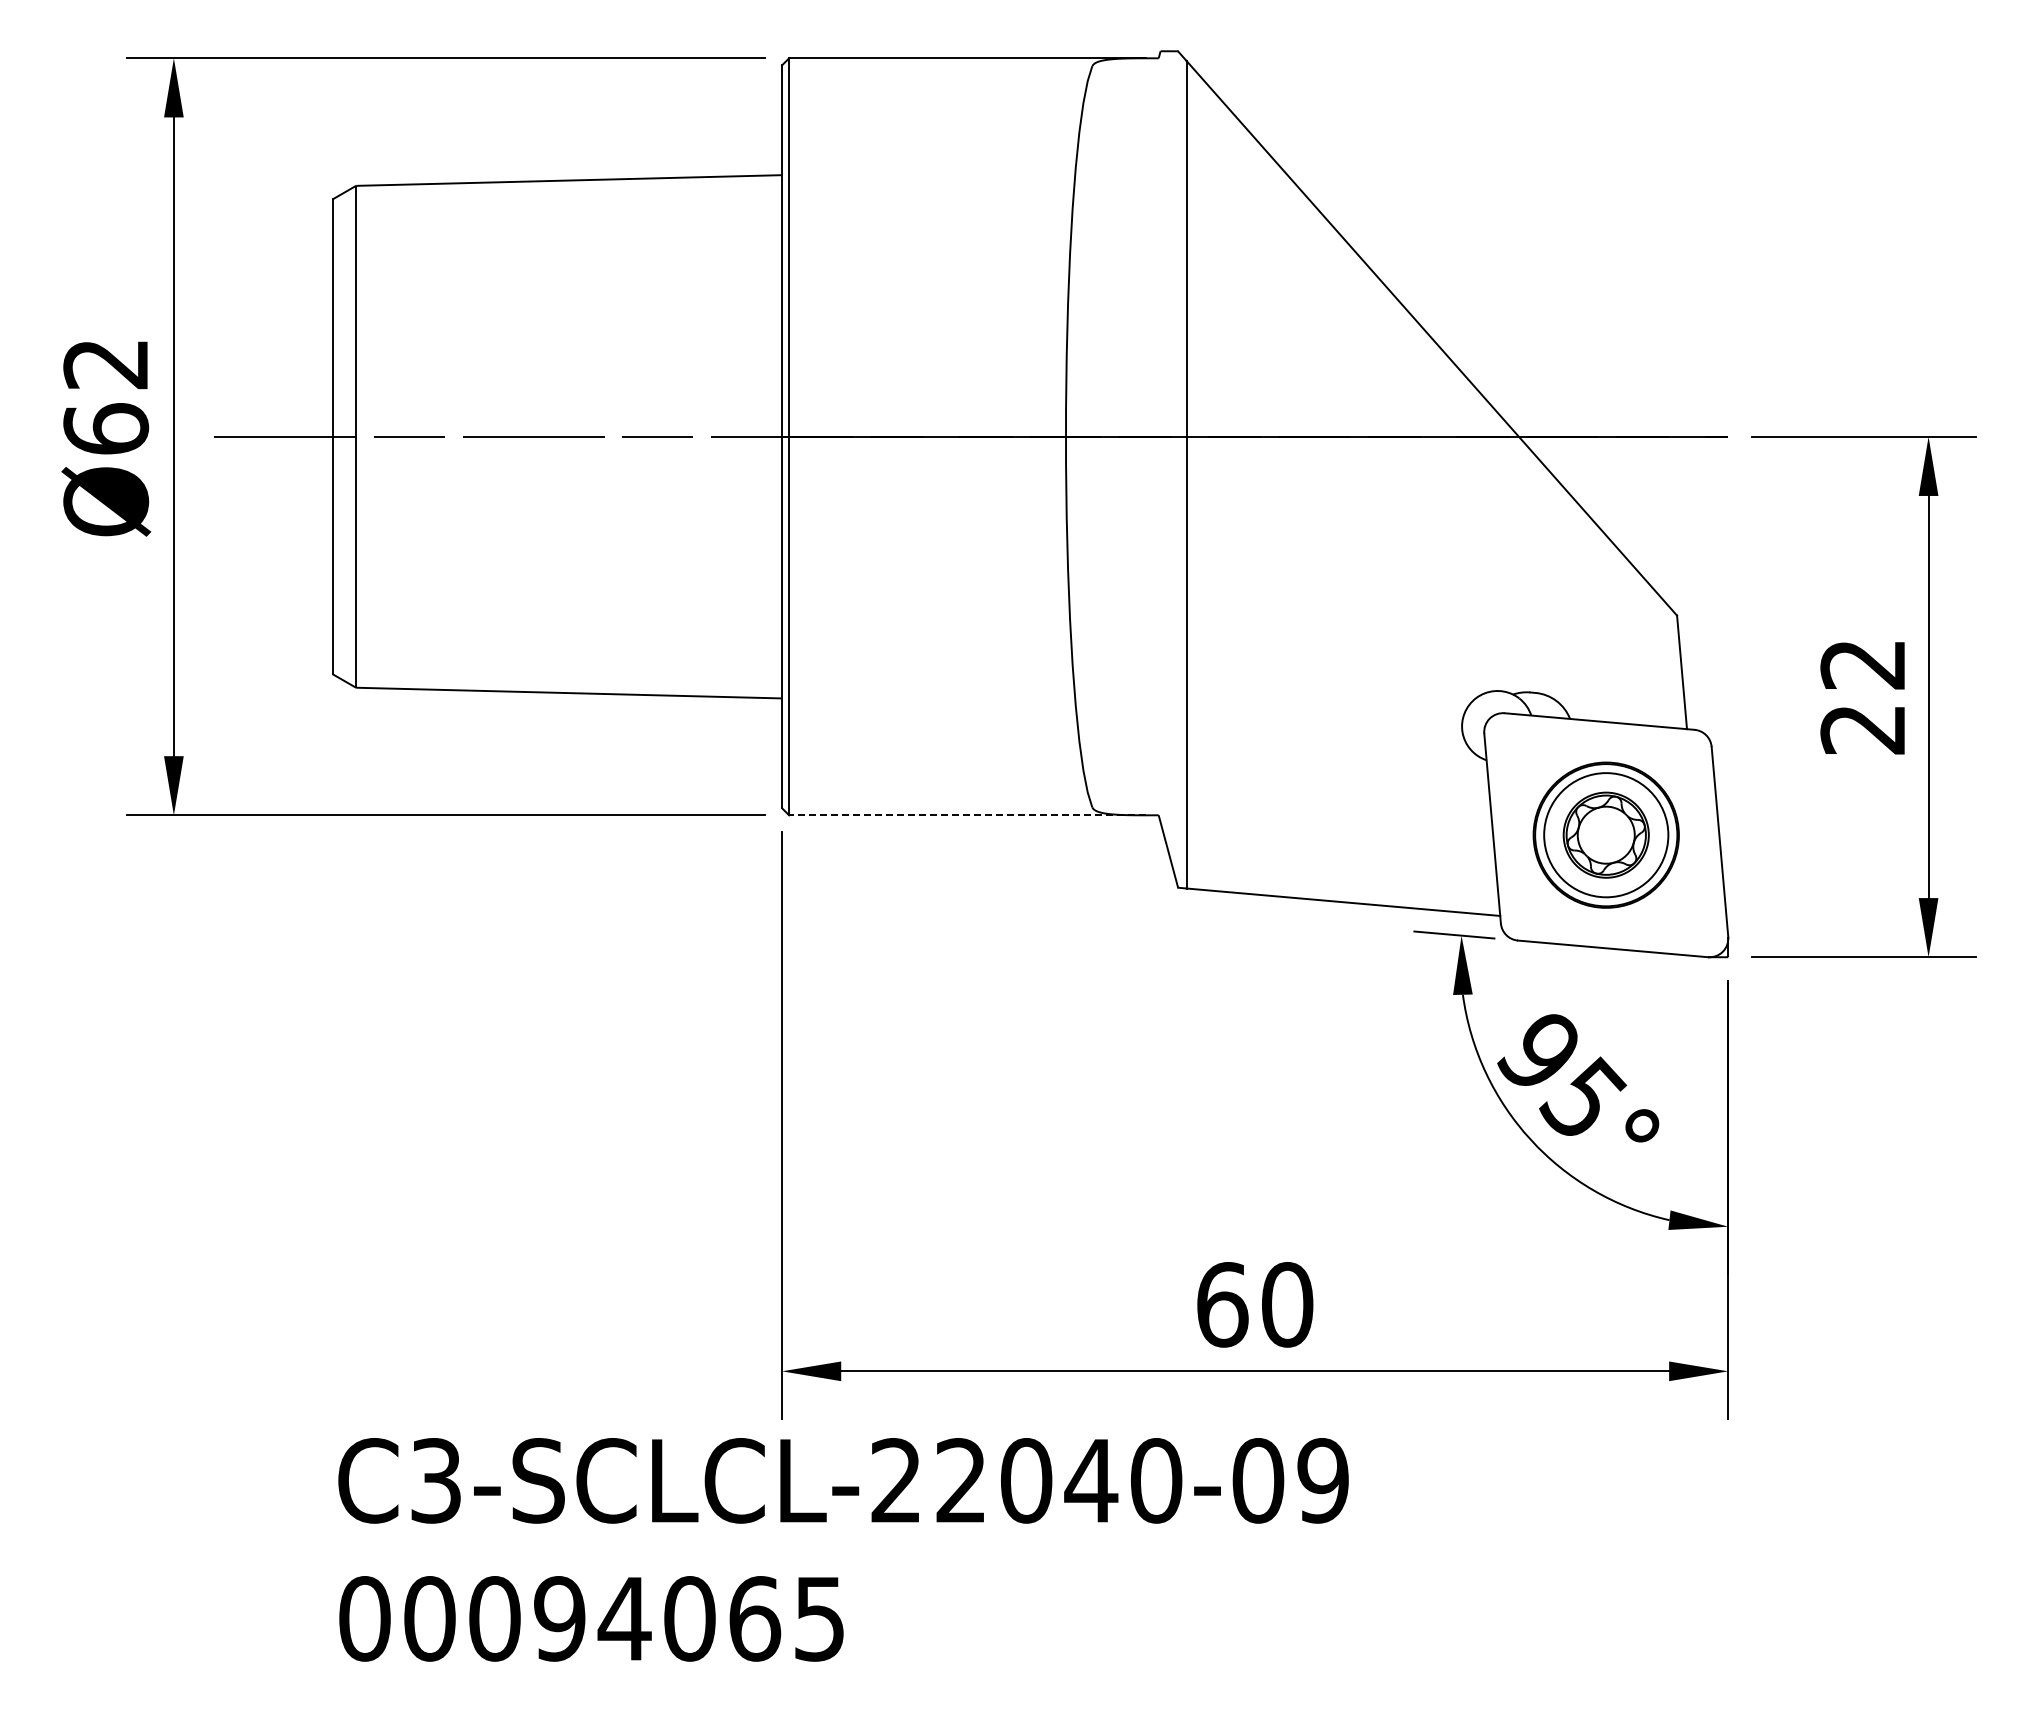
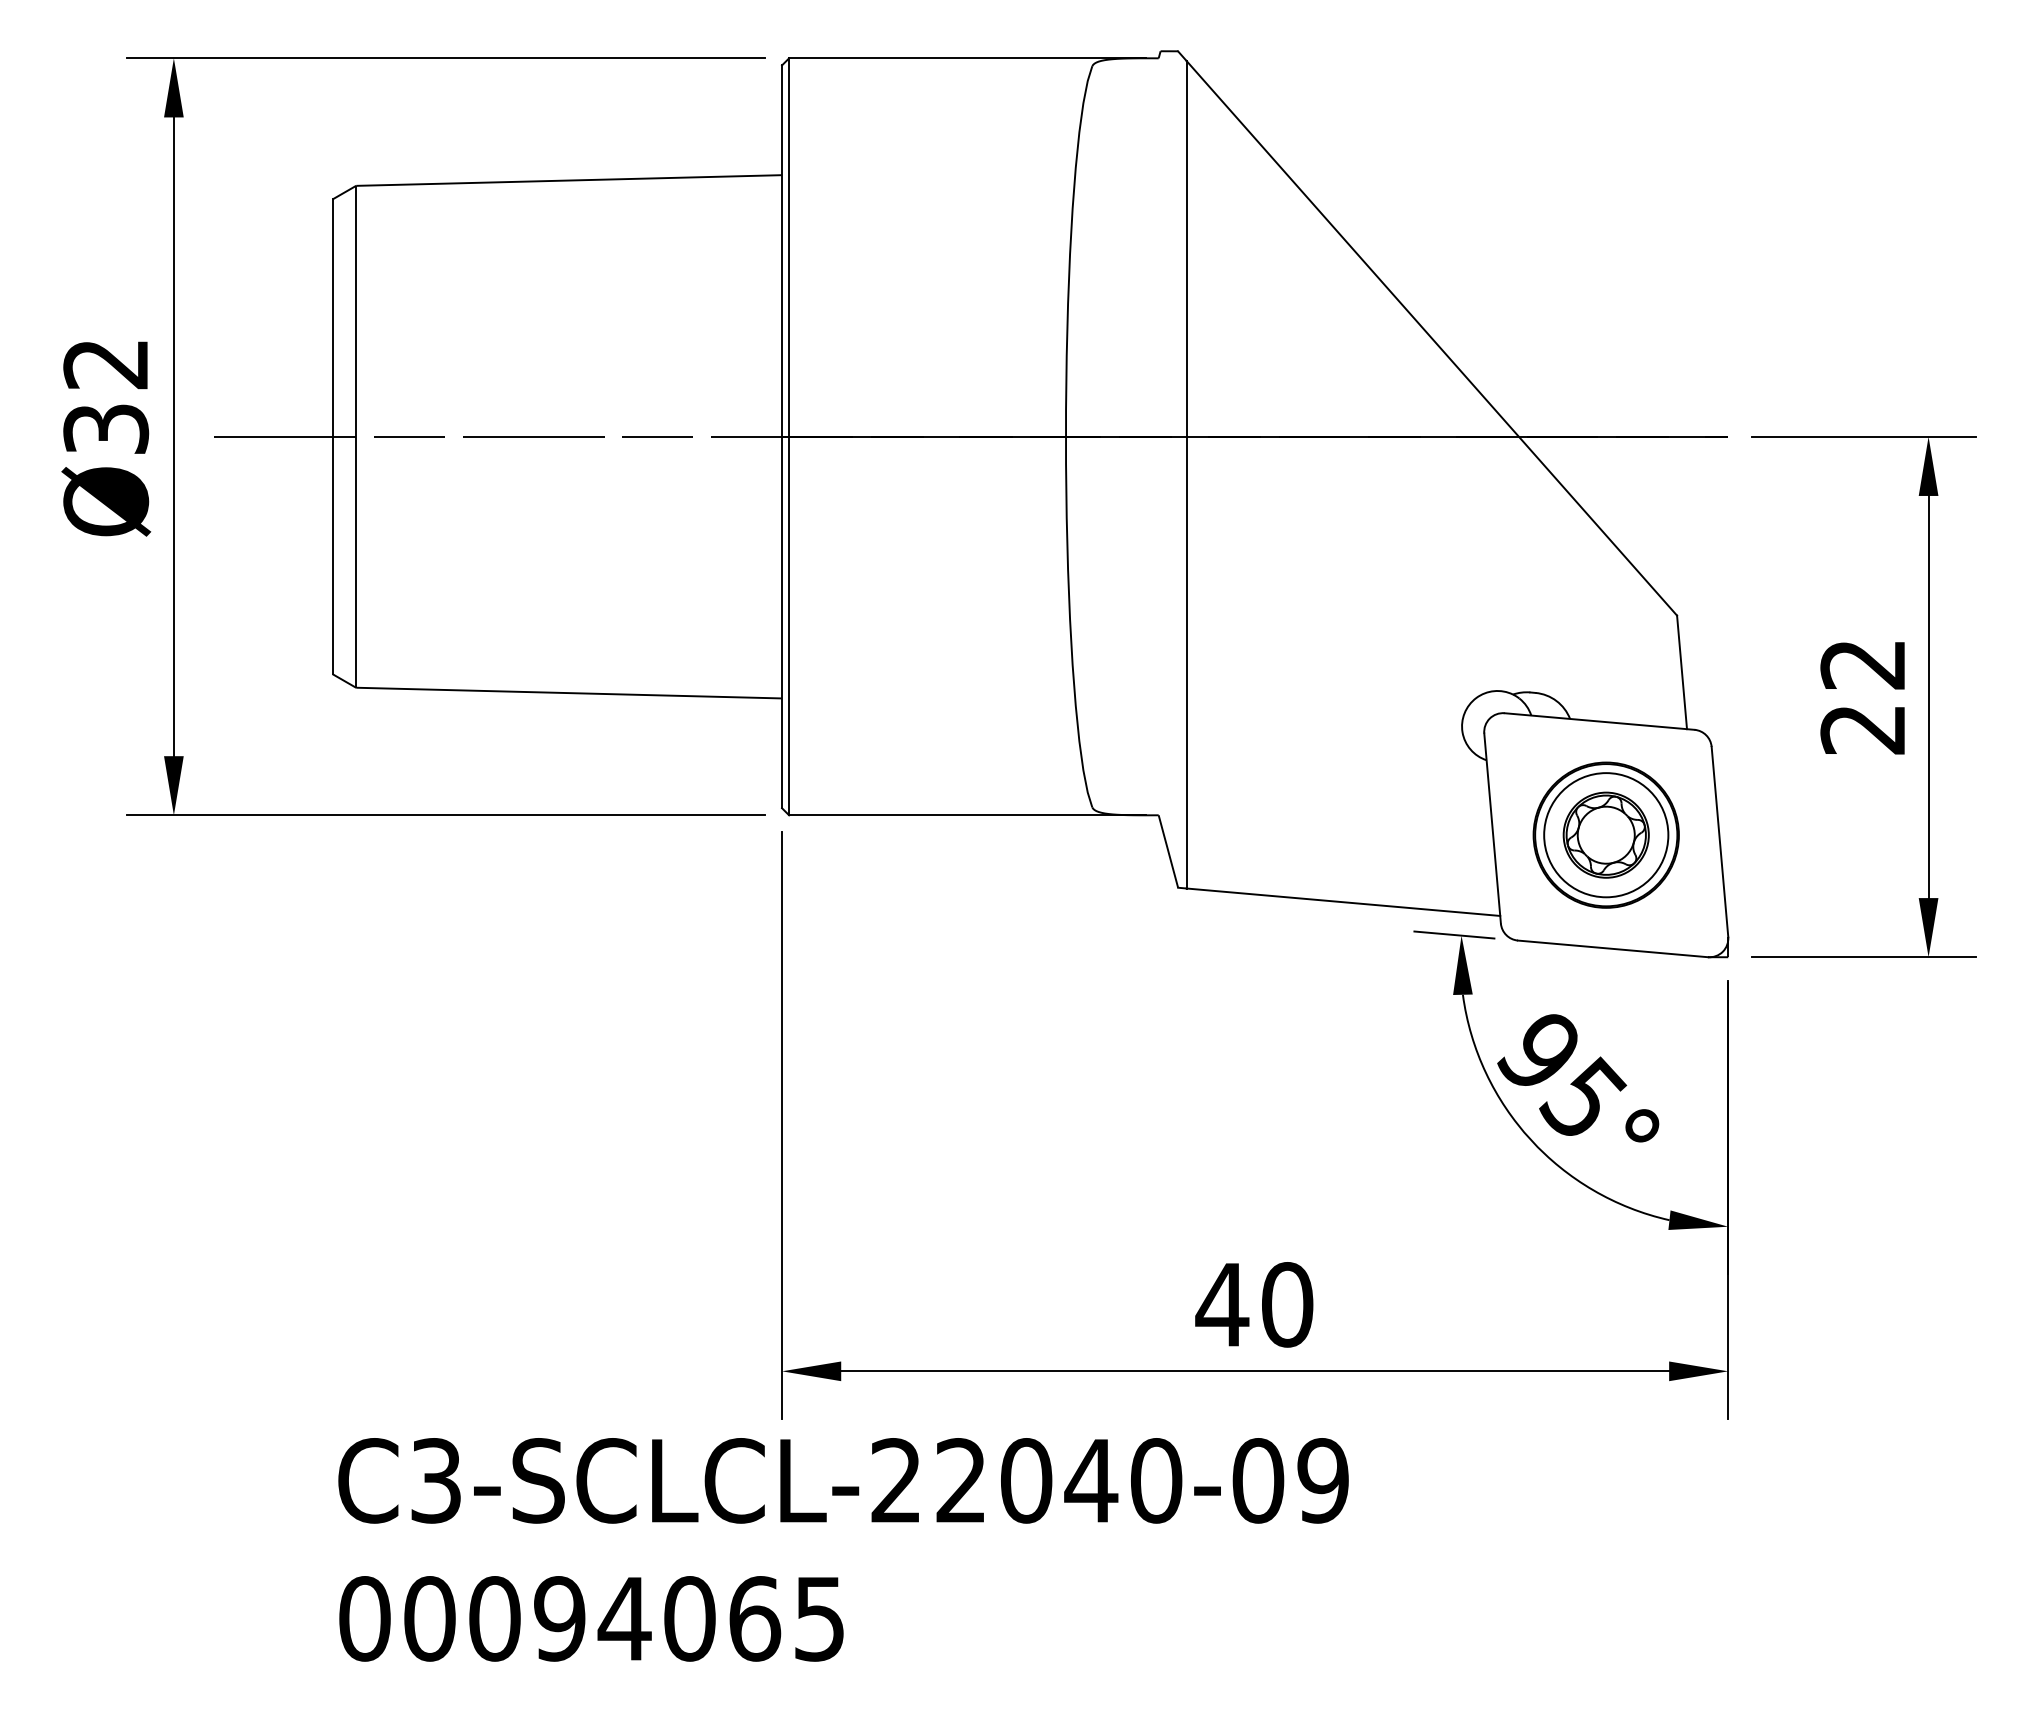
text at (106, 428): Ø62 -> Ø32
line at (966, 815): dashed -> solid
text at (1222, 1304): 60 -> 40
